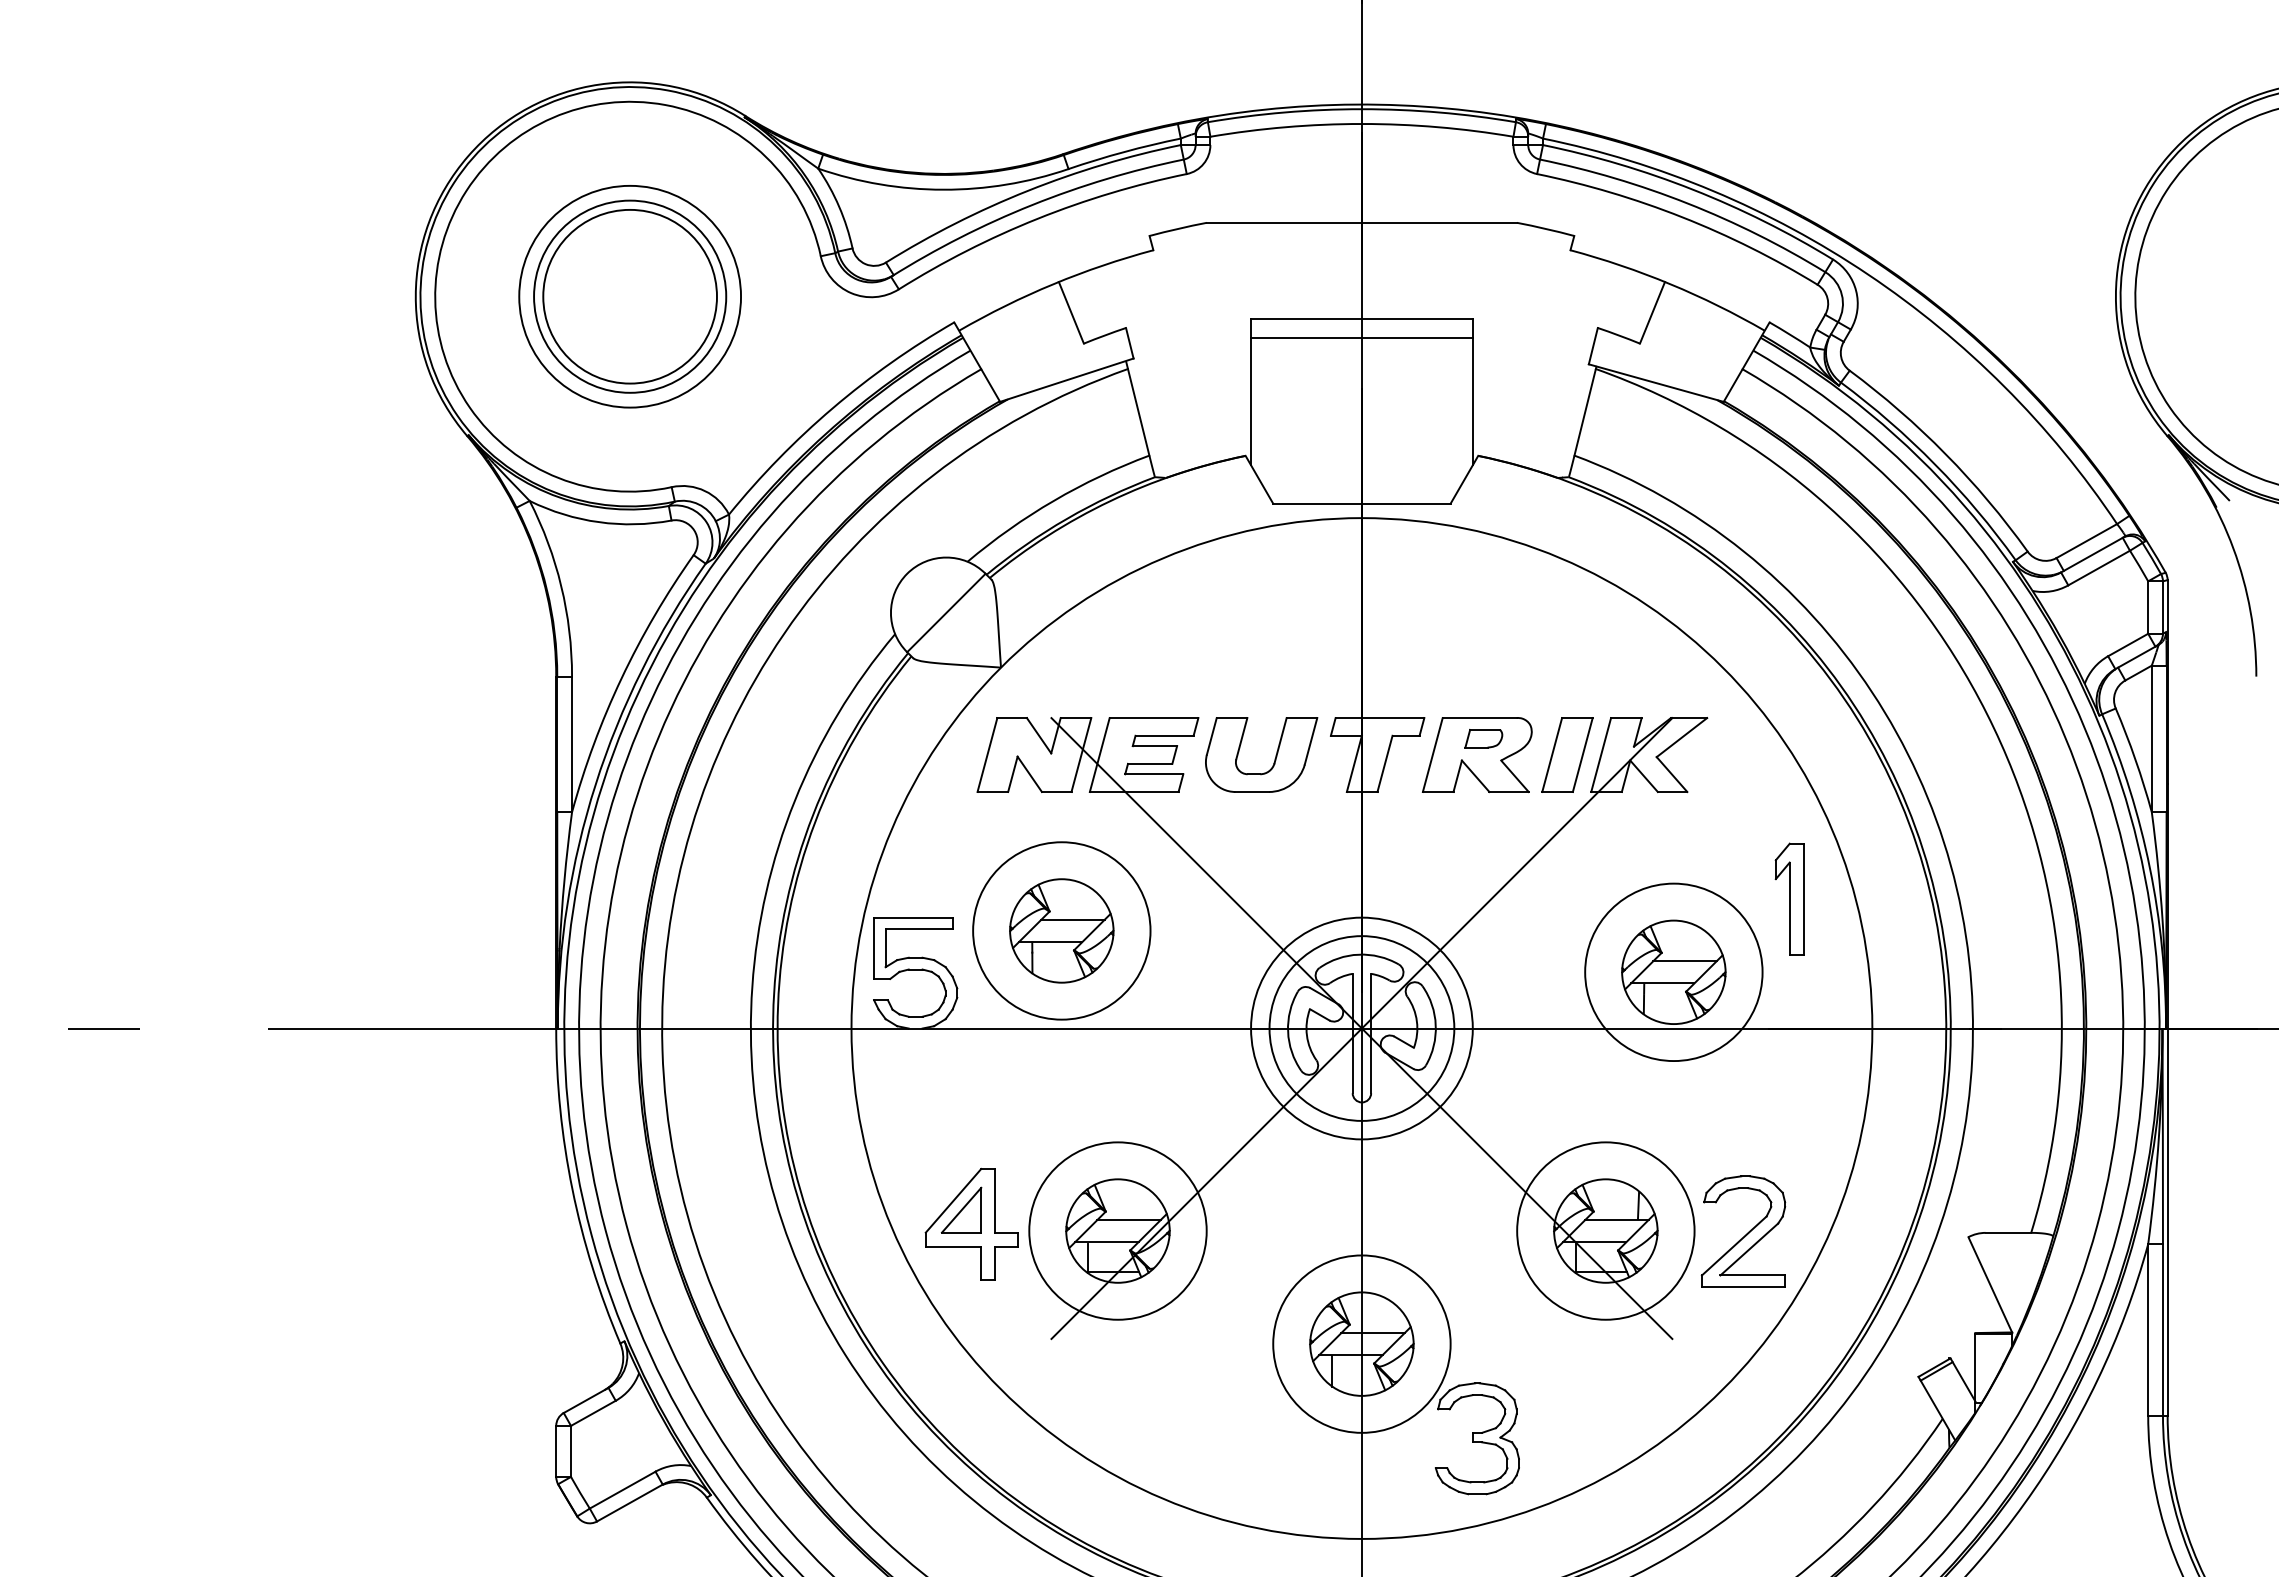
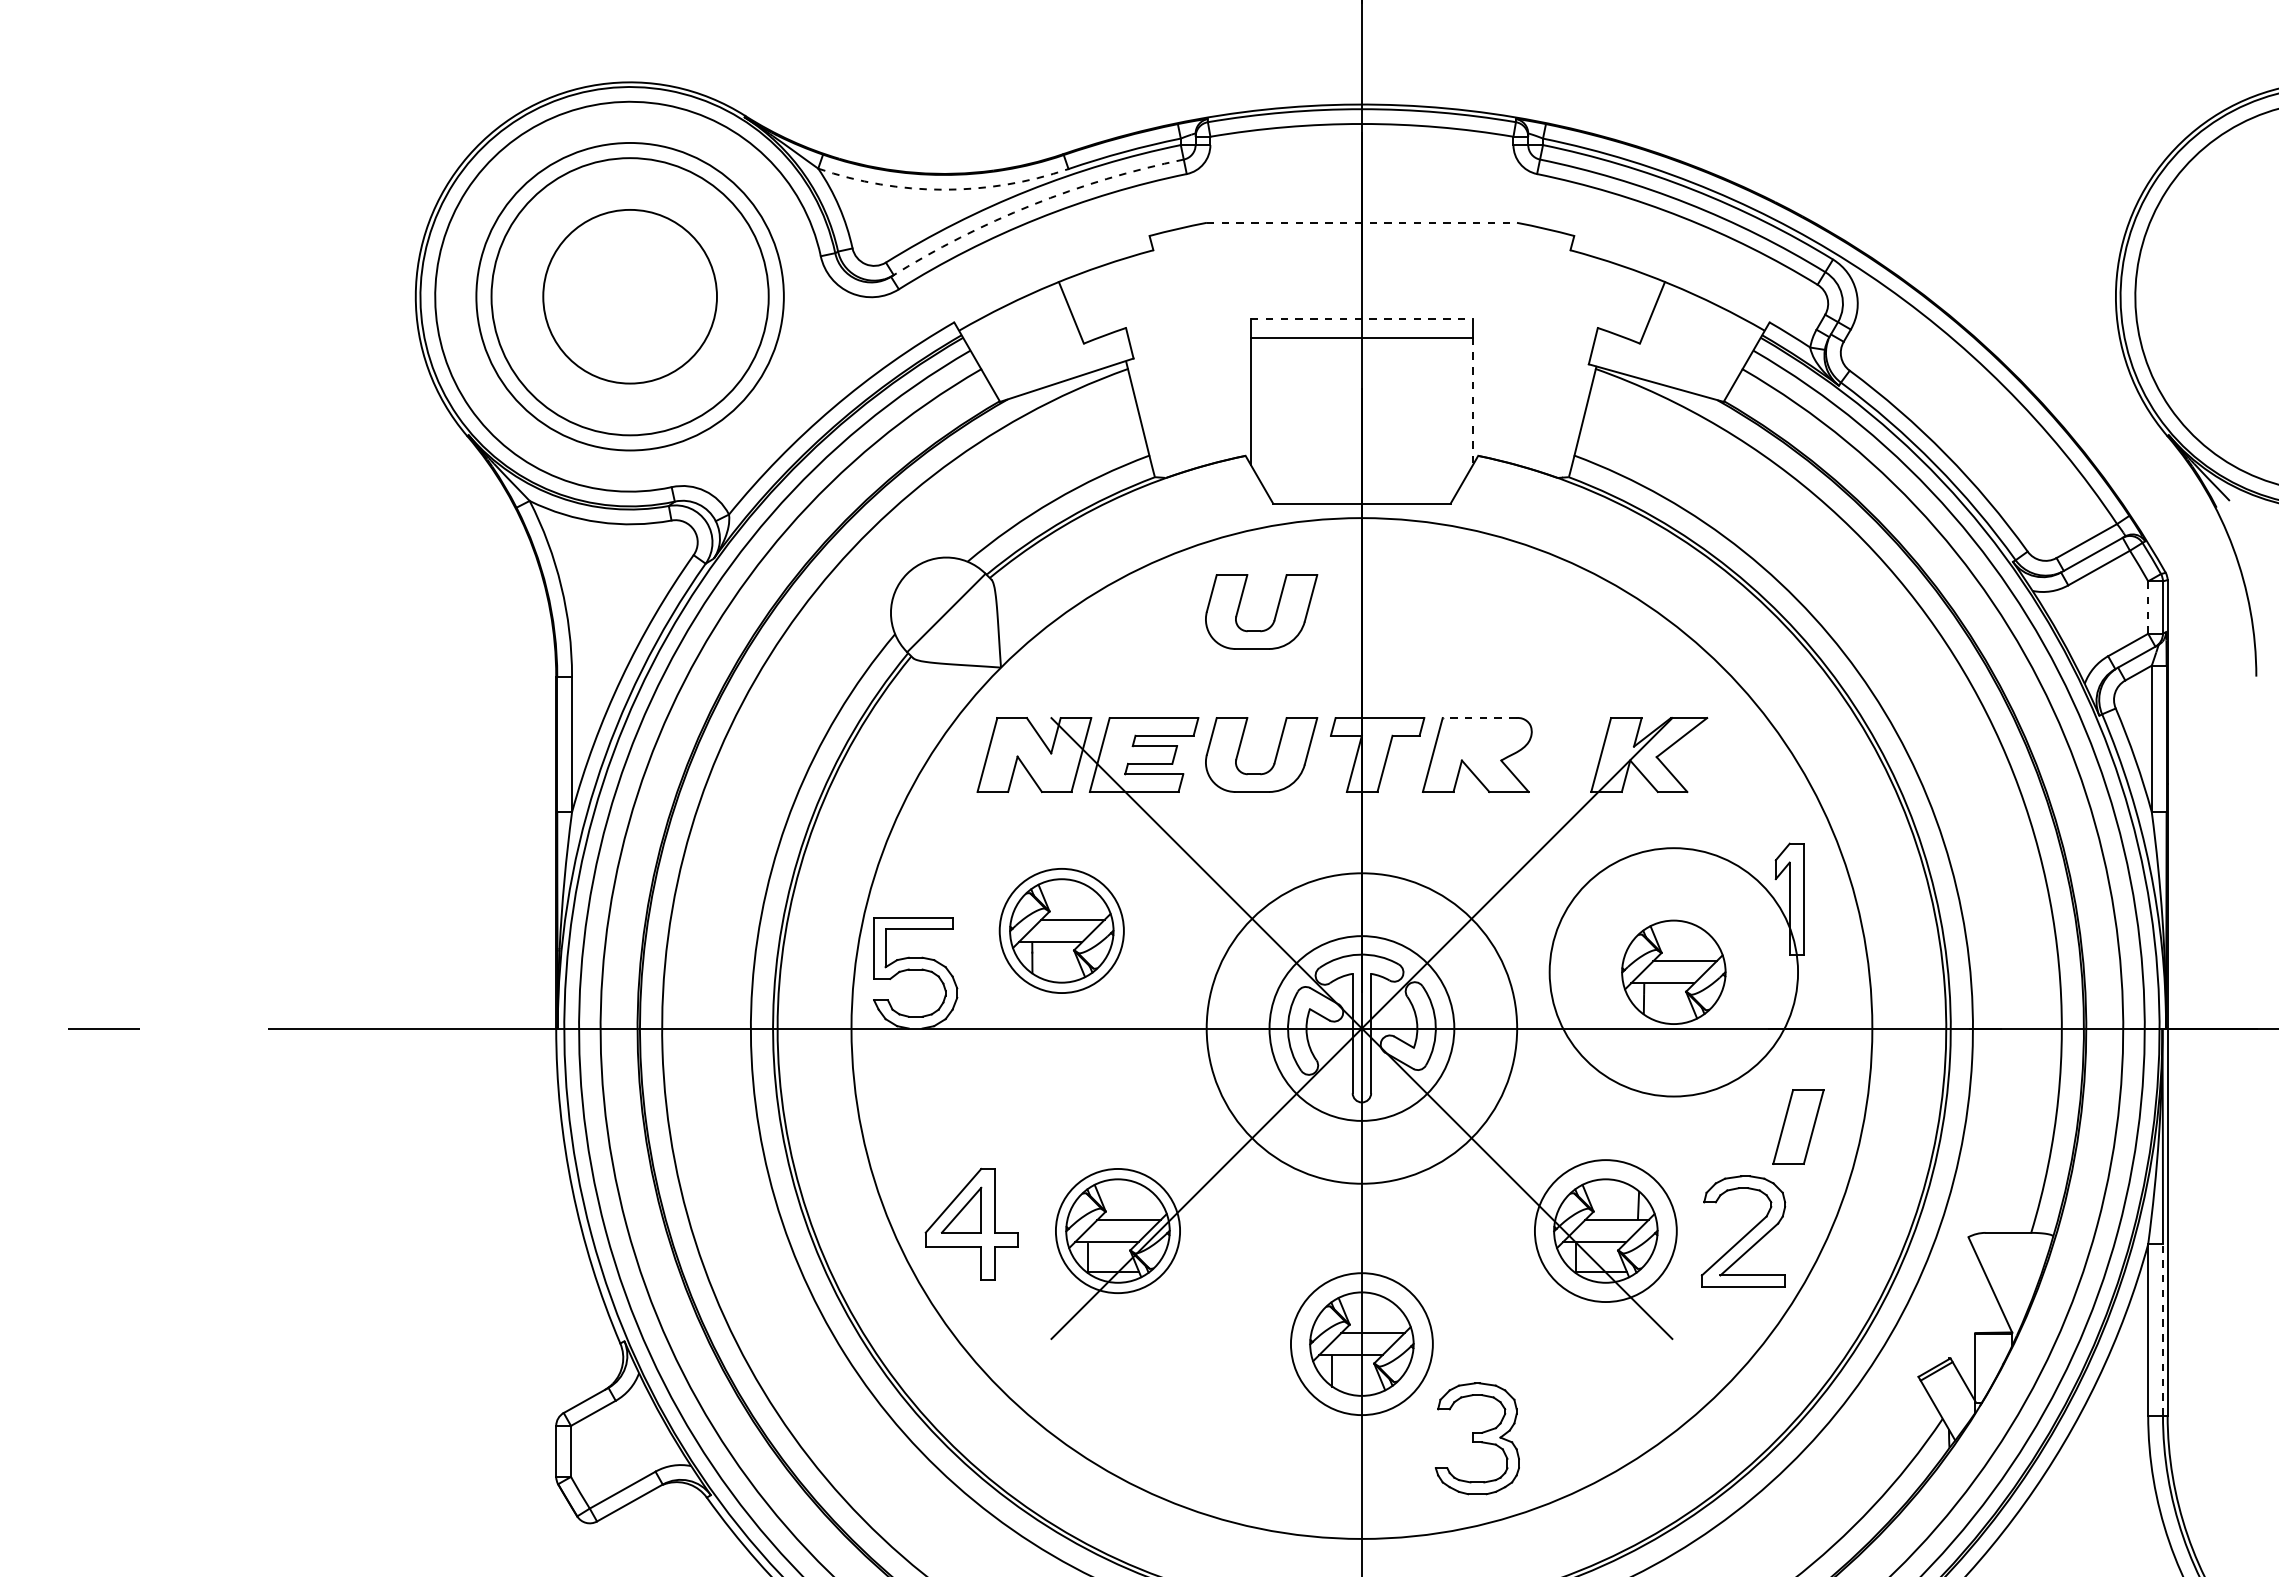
arc at (943, 189): solid -> dashed
arc at (1032, 205): solid -> dashed
line at (1362, 222): solid -> dashed
circle at (630, 296) diameter: 192 px -> 307 px
circle at (630, 296) diameter: 222 px -> 277 px
line at (1361, 318): solid -> dashed
line at (1472, 401): solid -> dashed
line at (2148, 607): solid -> dashed
part at (1274, 615): none -> present
line at (1479, 718): solid -> dashed
part at (1483, 738): present -> none
part at (1567, 754) position: (1567, 754) -> (1798, 1126)
circle at (1061, 930) diameter: 177 px -> 124 px
circle at (1673, 972) diameter: 177 px -> 248 px
circle at (1361, 1028) diameter: 222 px -> 310 px
circle at (1117, 1230) diameter: 177 px -> 124 px
circle at (1605, 1230) diameter: 177 px -> 142 px
line at (2162, 1329): solid -> dashed
circle at (1361, 1343) diameter: 177 px -> 142 px
